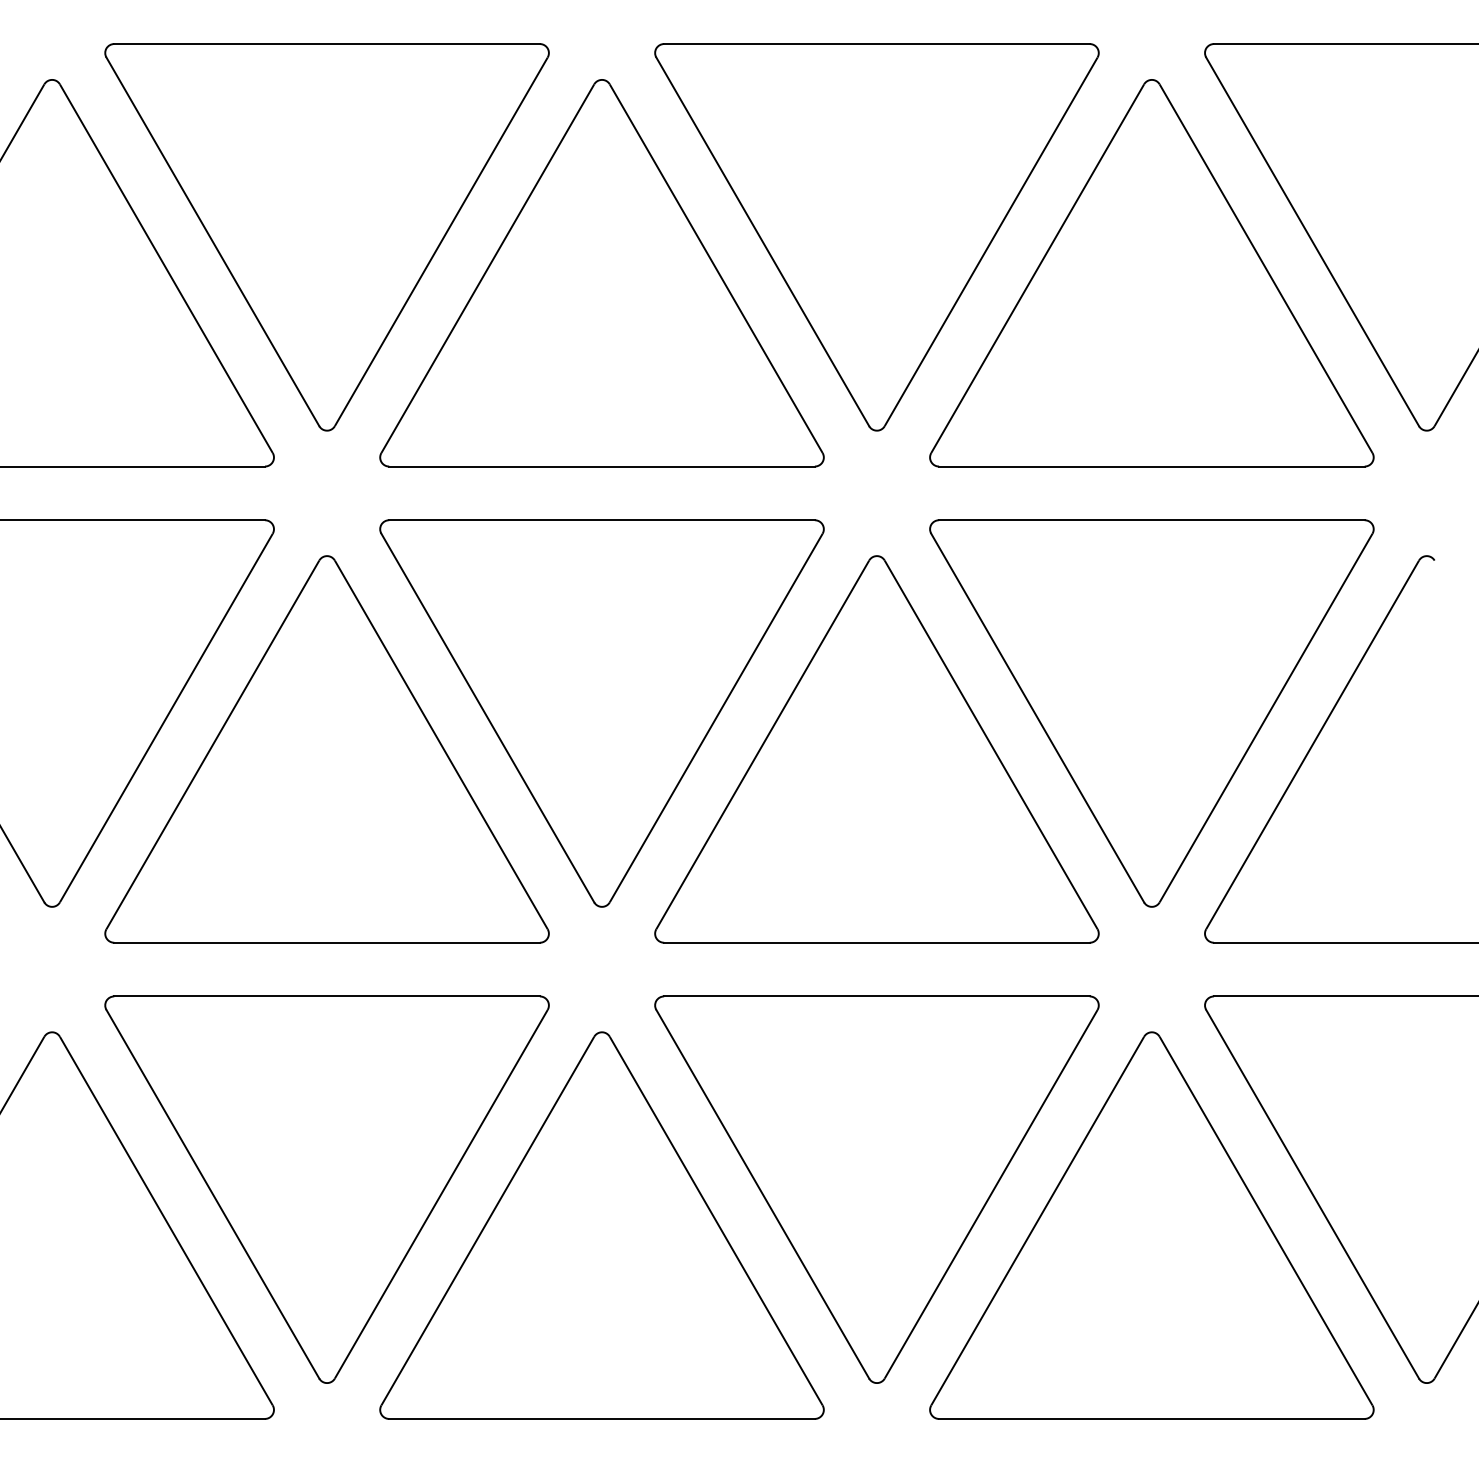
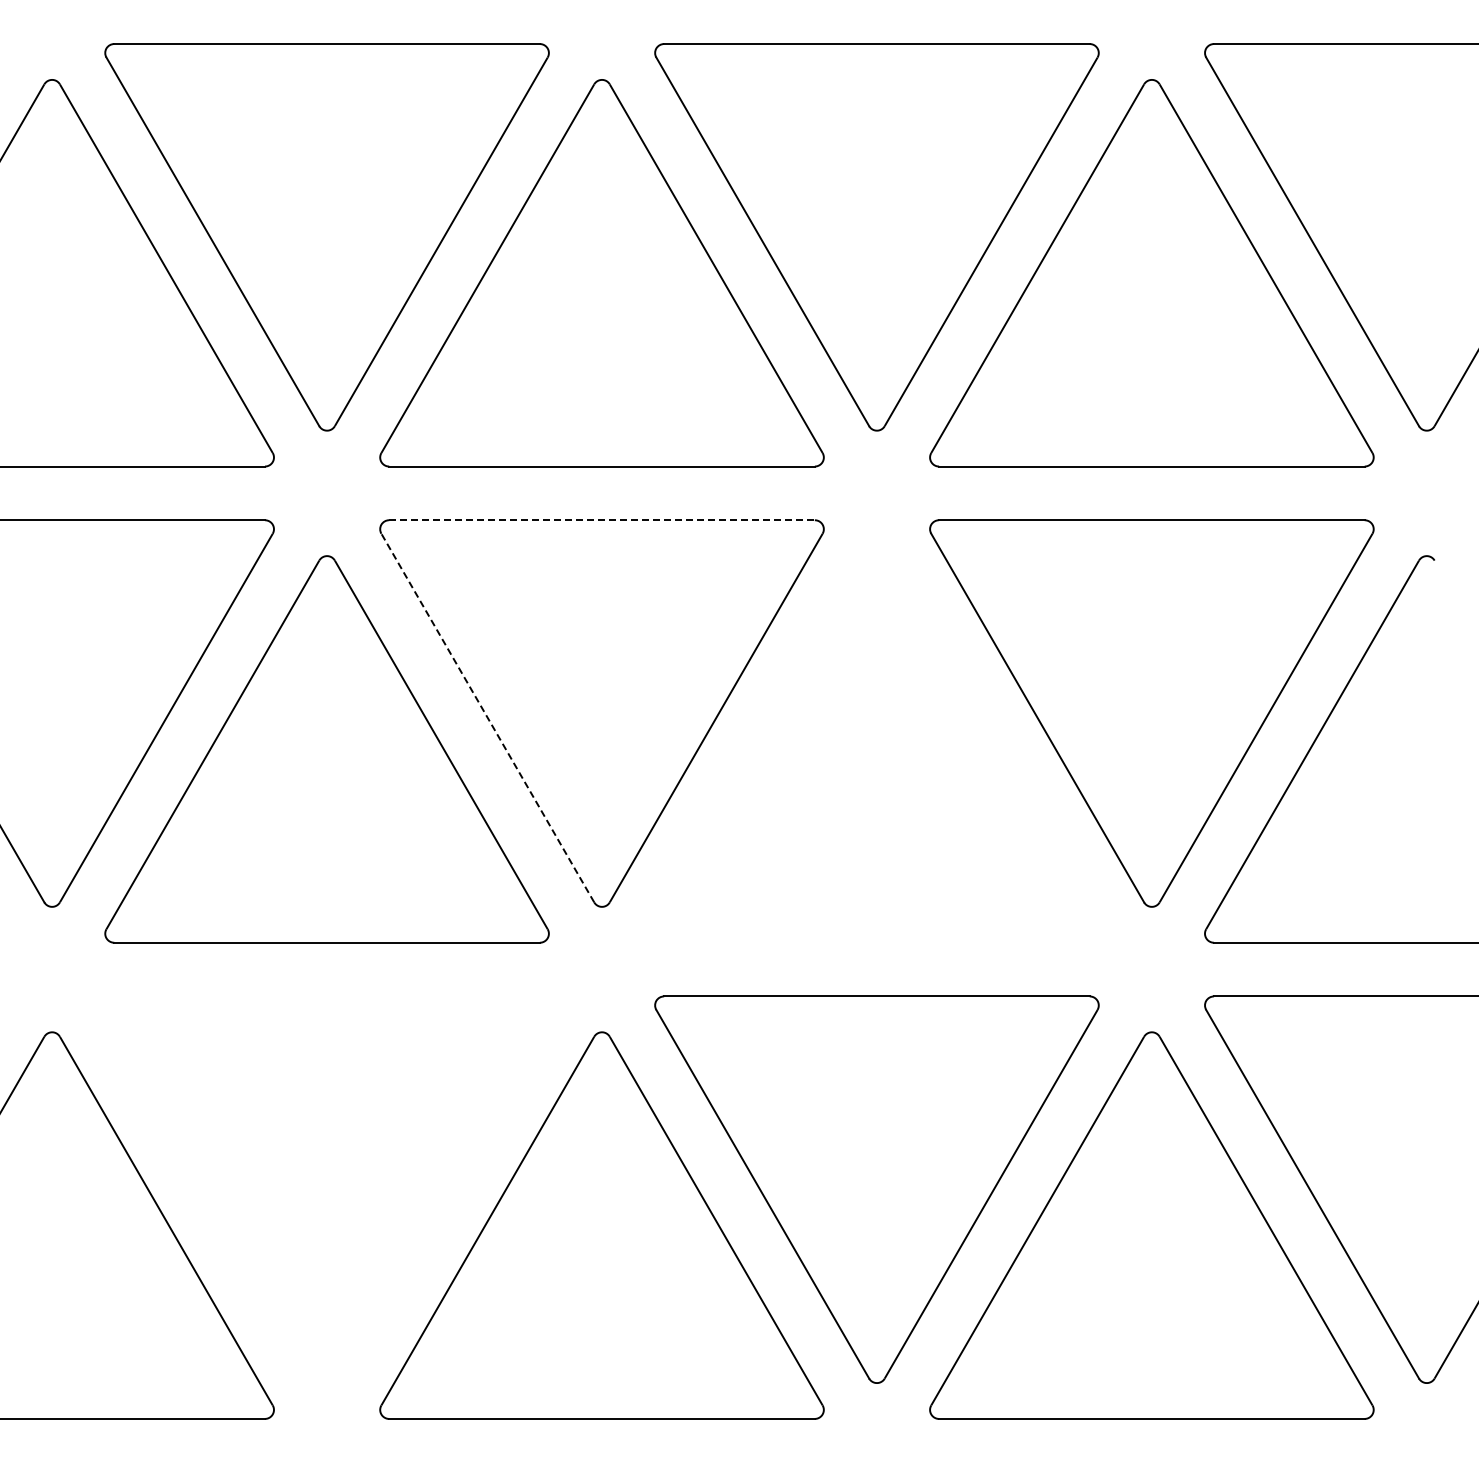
line at (602, 520): solid -> dashed
line at (487, 718): solid -> dashed
part at (876, 749): present -> none
part at (326, 1189): present -> none
